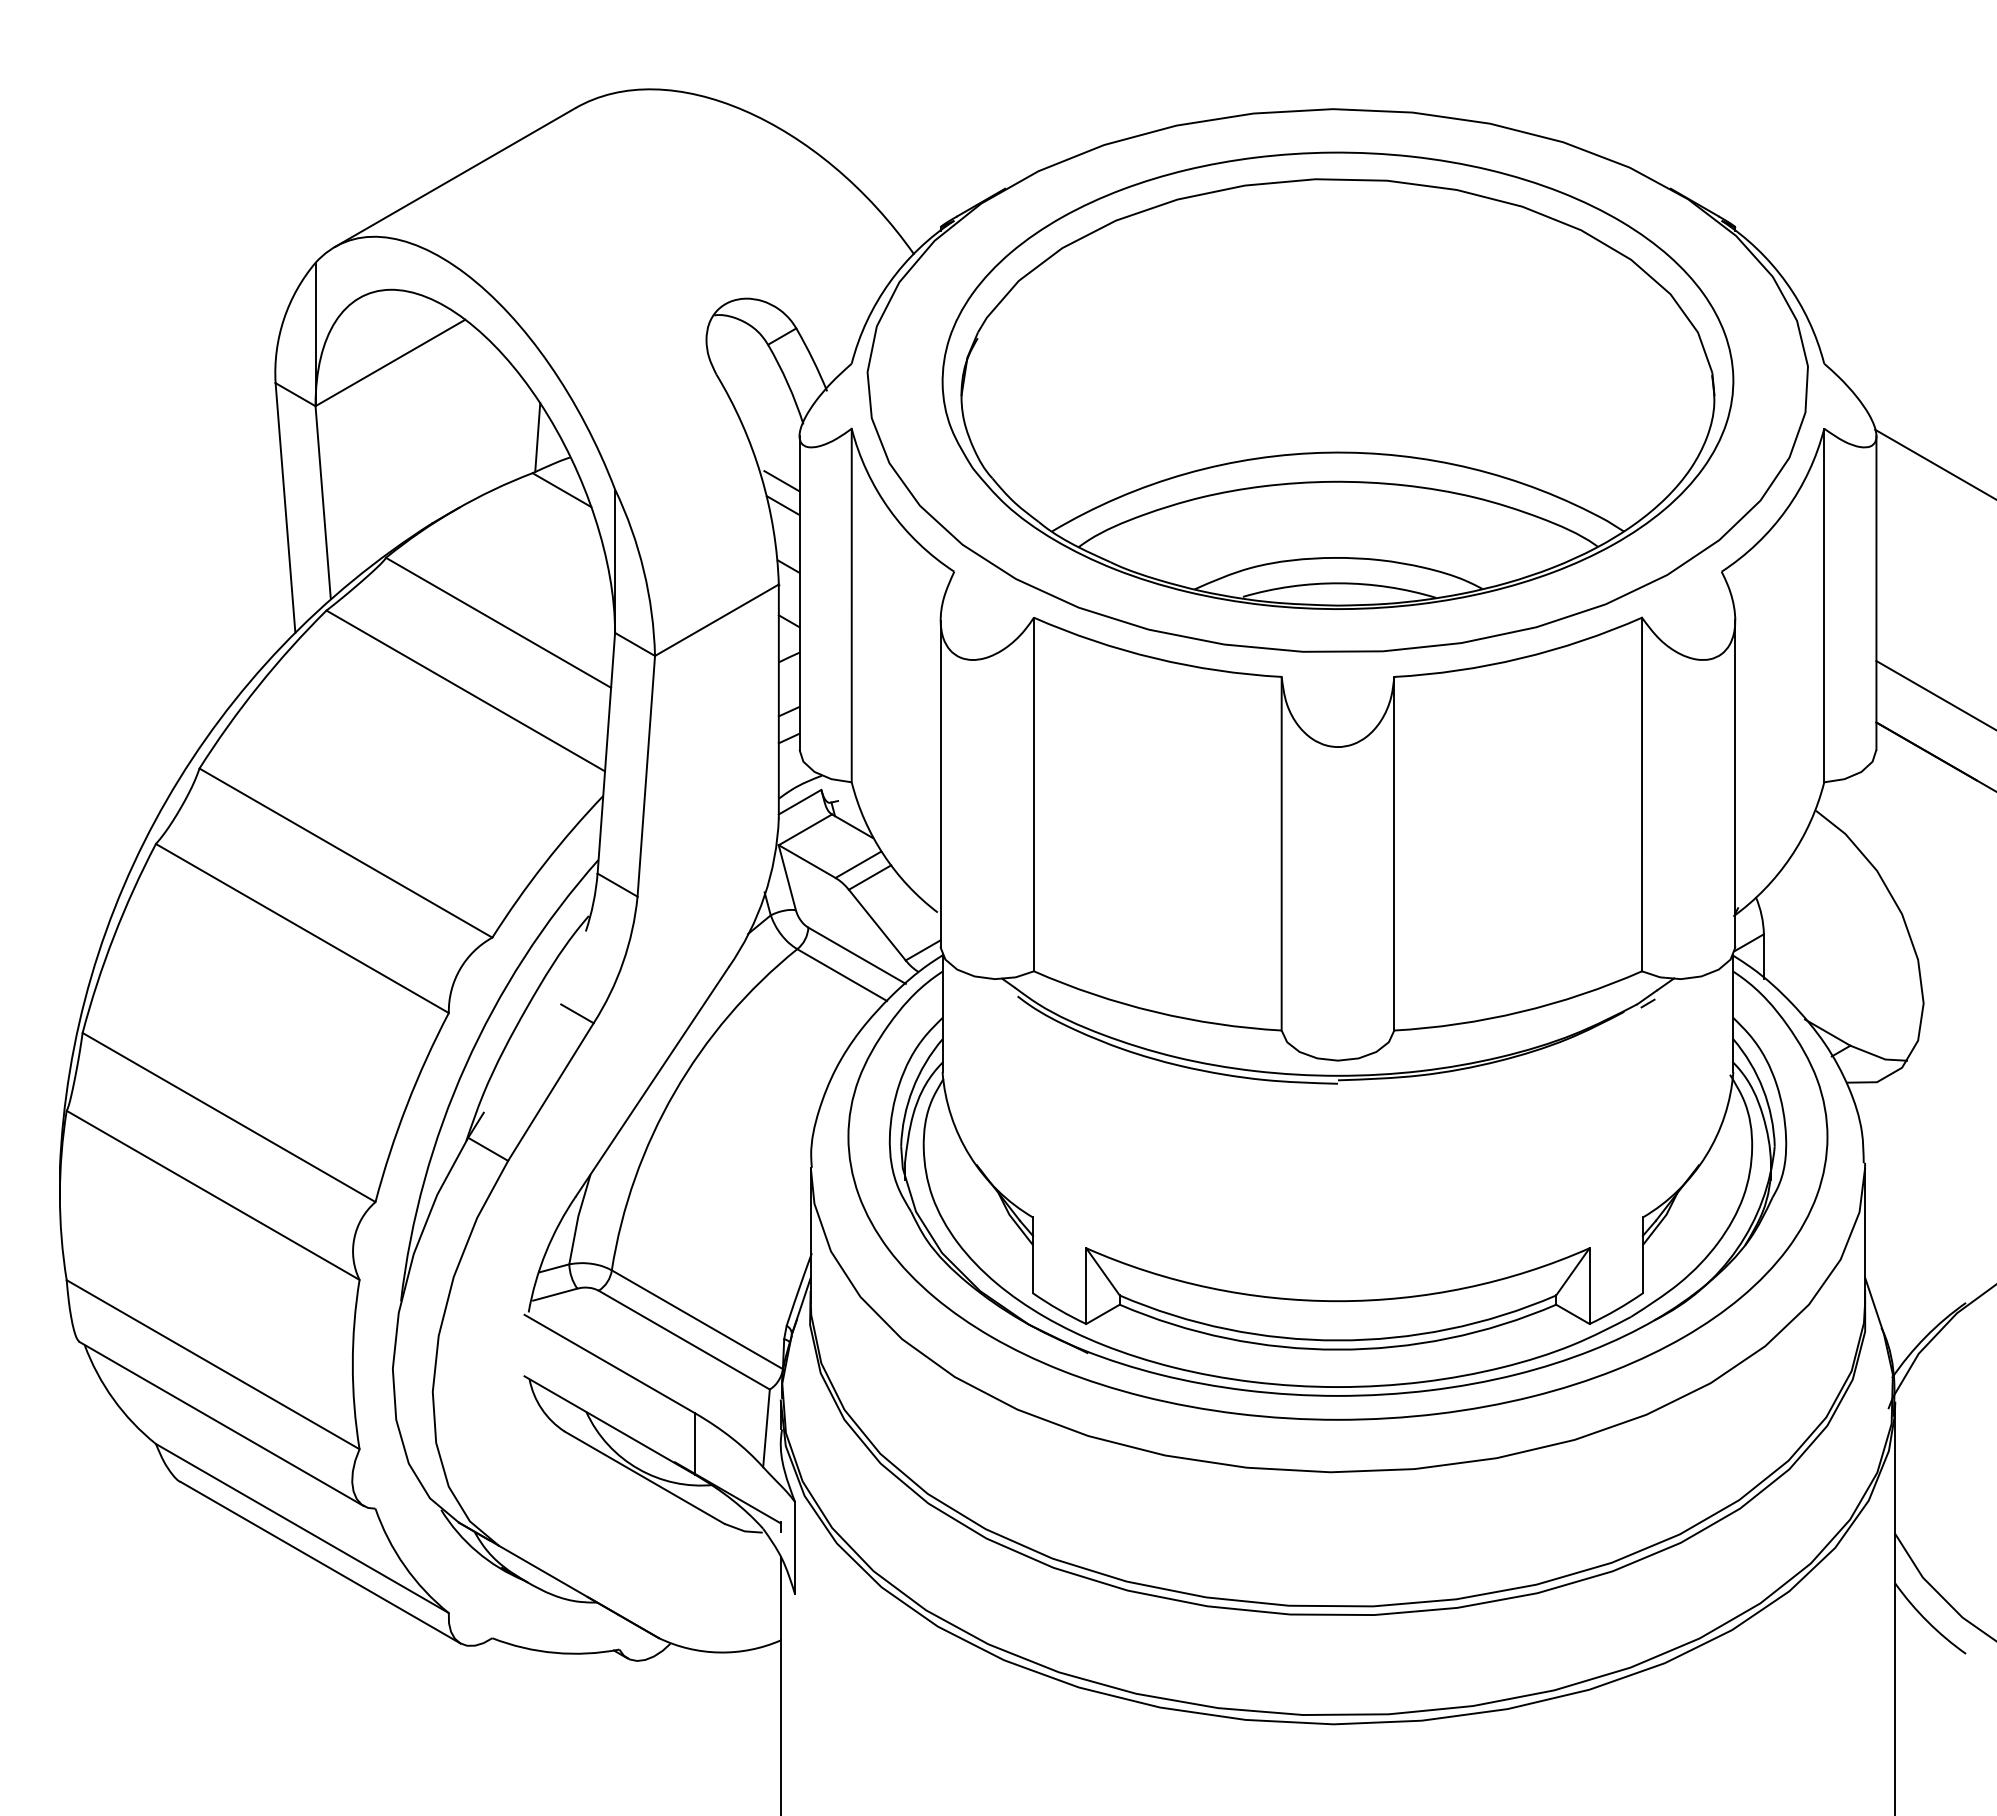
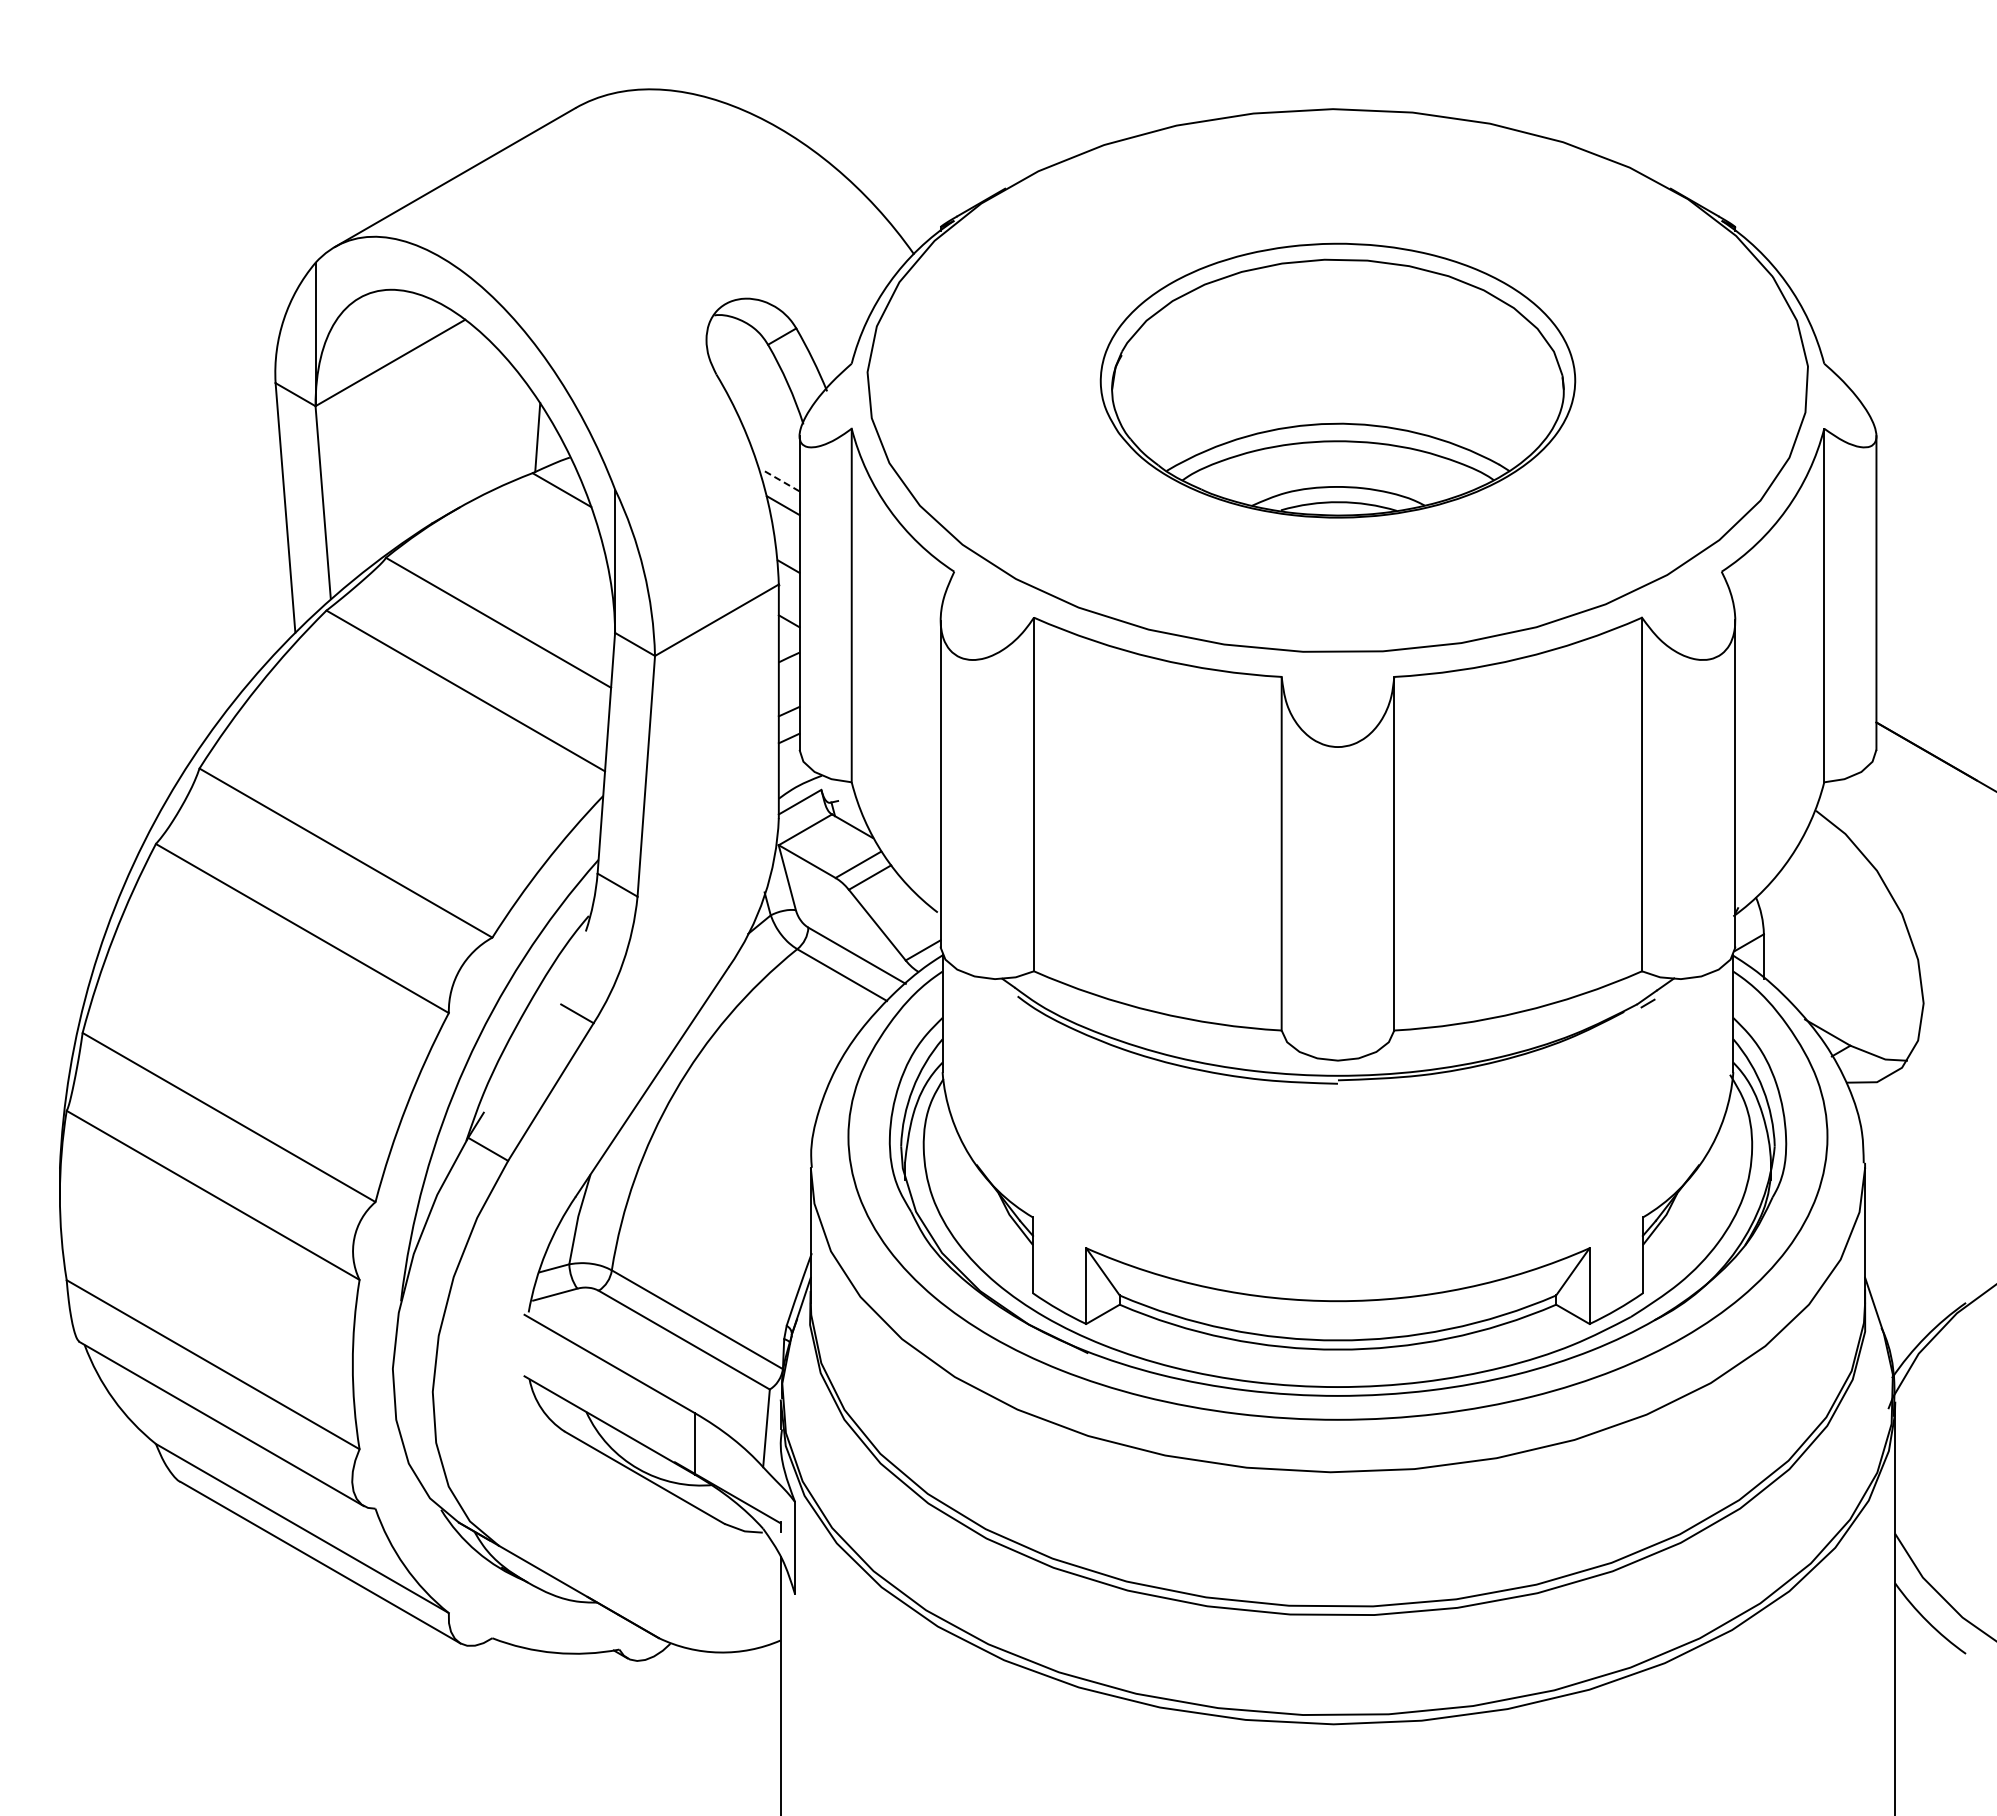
part at (1337, 380) size: 794x459 px -> 478x277 px
line at (1934, 463): present -> none
line at (781, 480): solid -> dashed
line at (1934, 694): present -> none
